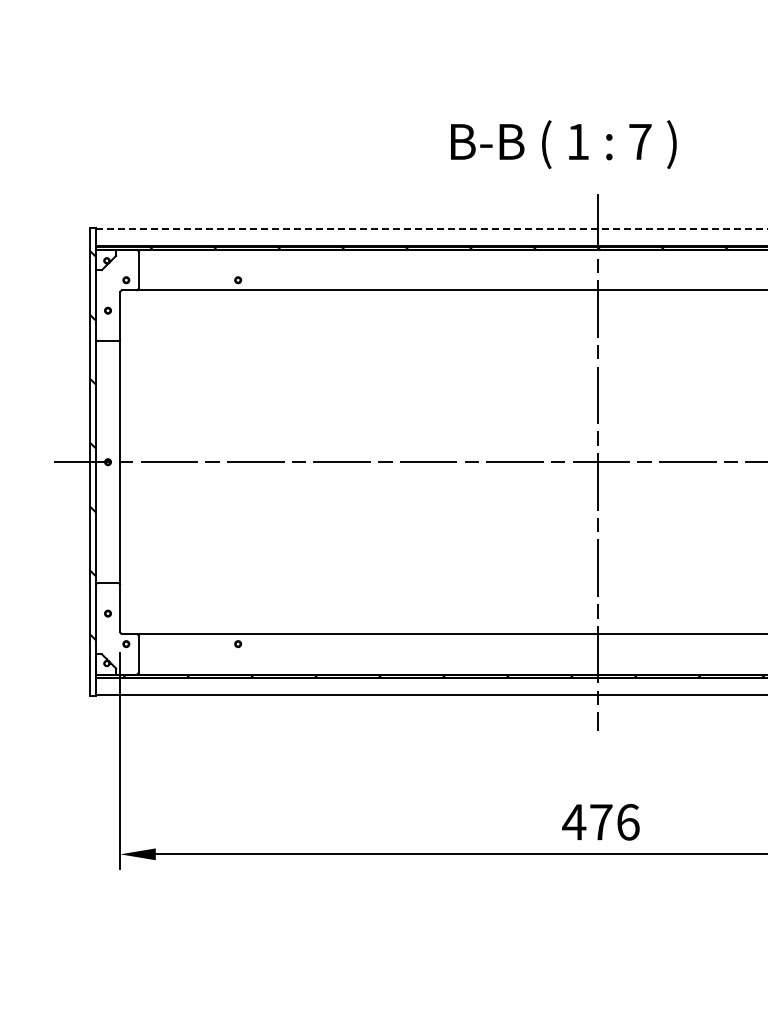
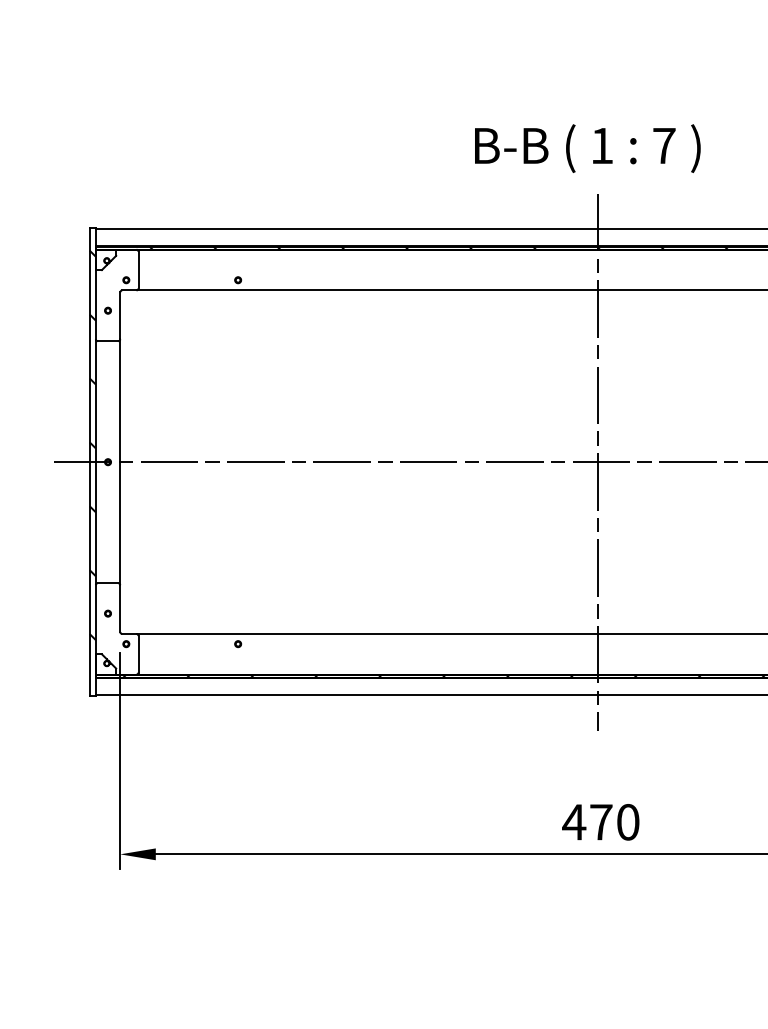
text at (563, 144) position: (563, 144) -> (587, 148)
line at (431, 229): dashed -> solid
text at (628, 822): 476 -> 470
